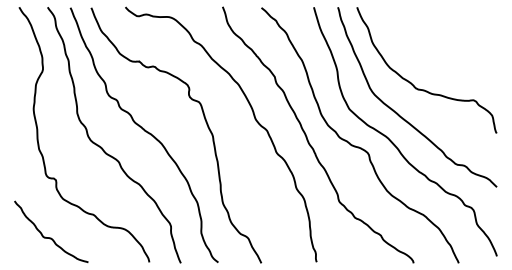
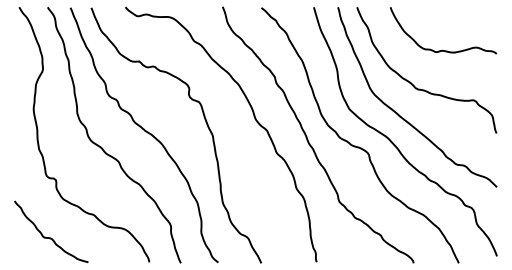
curve at (443, 50): none -> present
